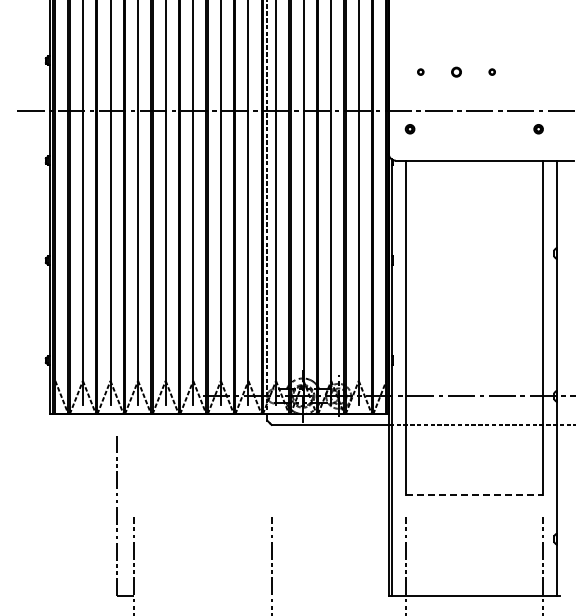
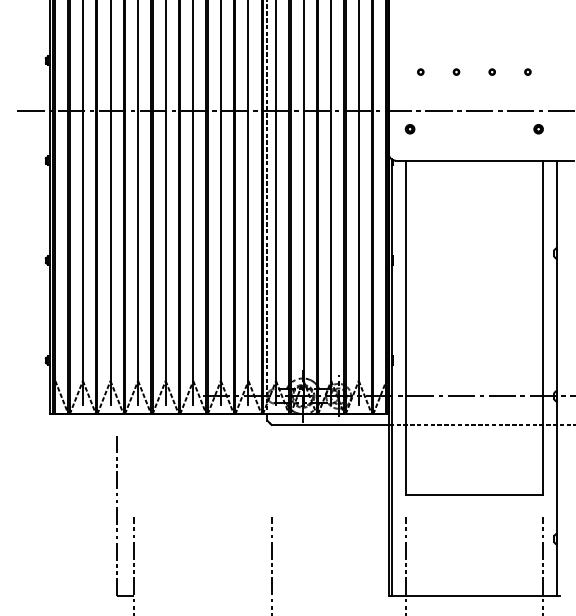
part at (456, 71) size: 11x12 px -> 9x8 px
part at (527, 71): none -> present
line at (474, 495): dashed -> solid
